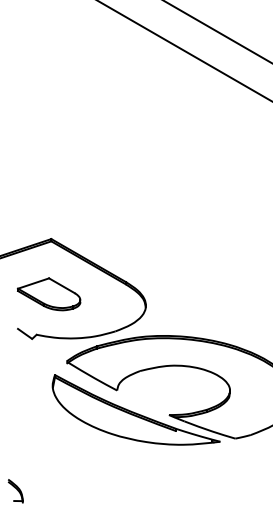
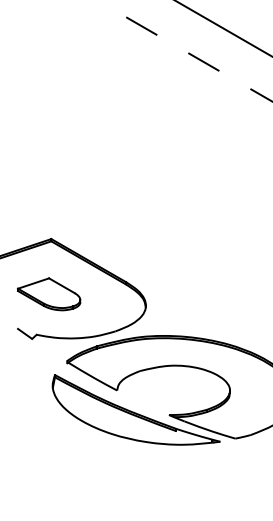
line at (217, 31) position: (217, 31) -> (223, 28)
line at (185, 51): solid -> dashed
part at (15, 491): present -> none
